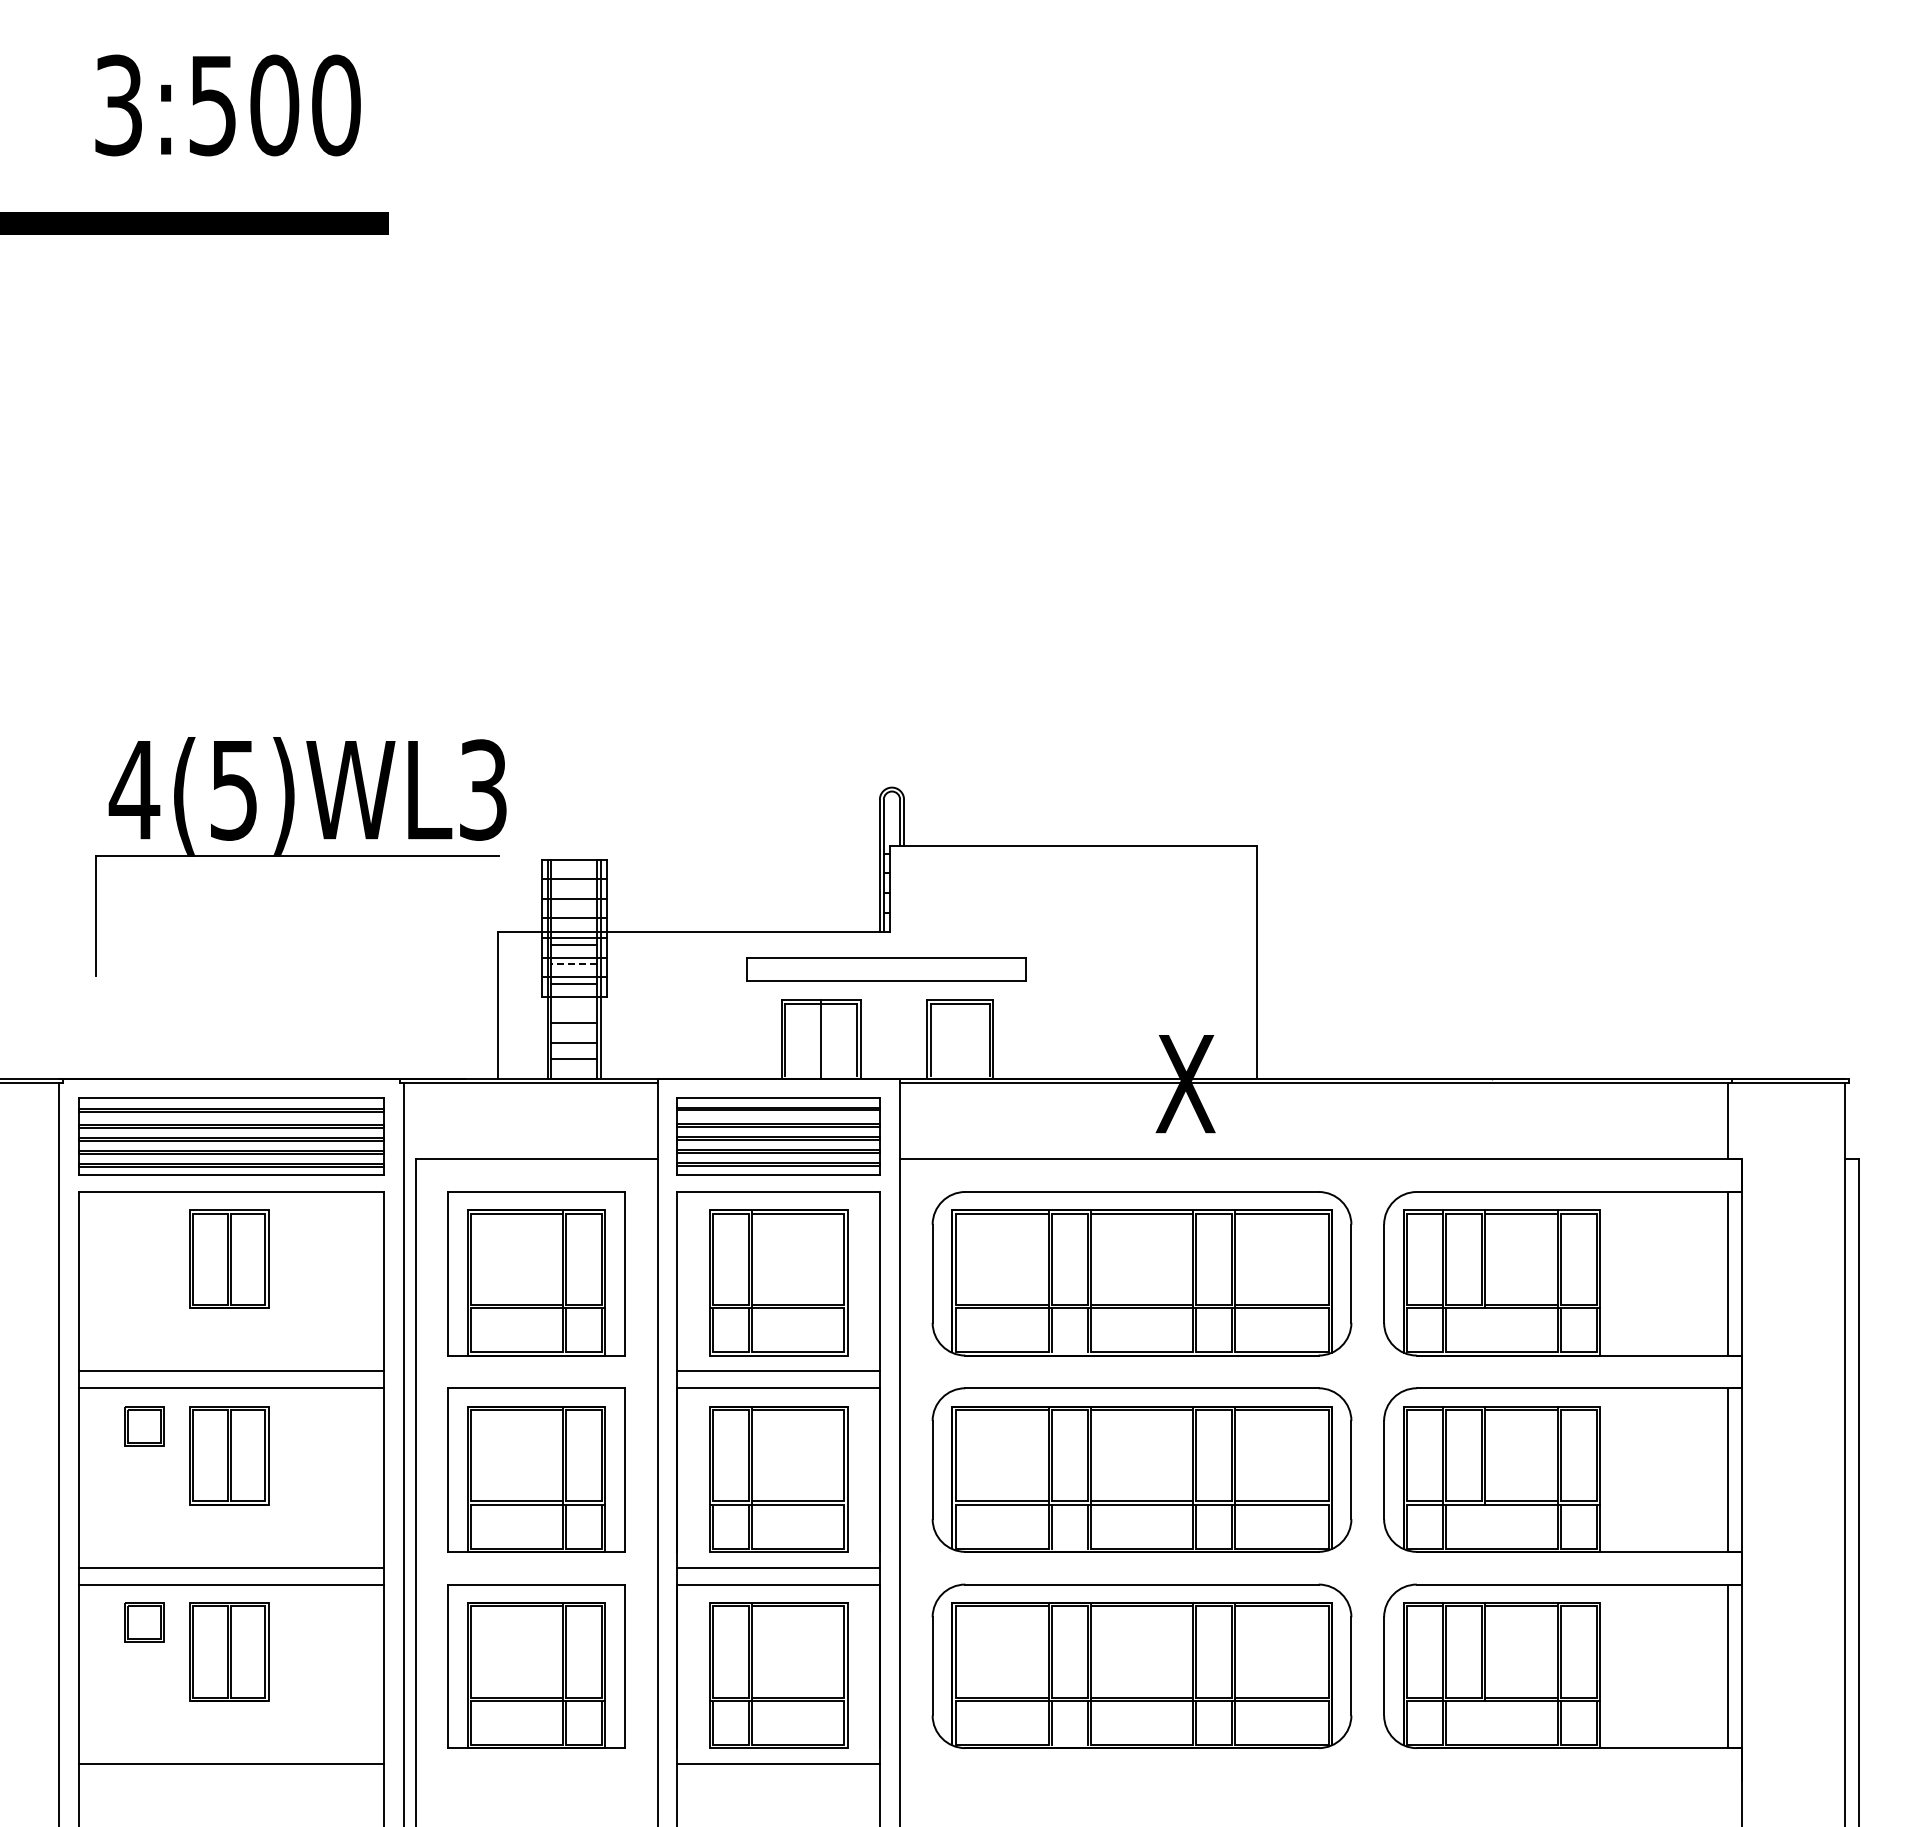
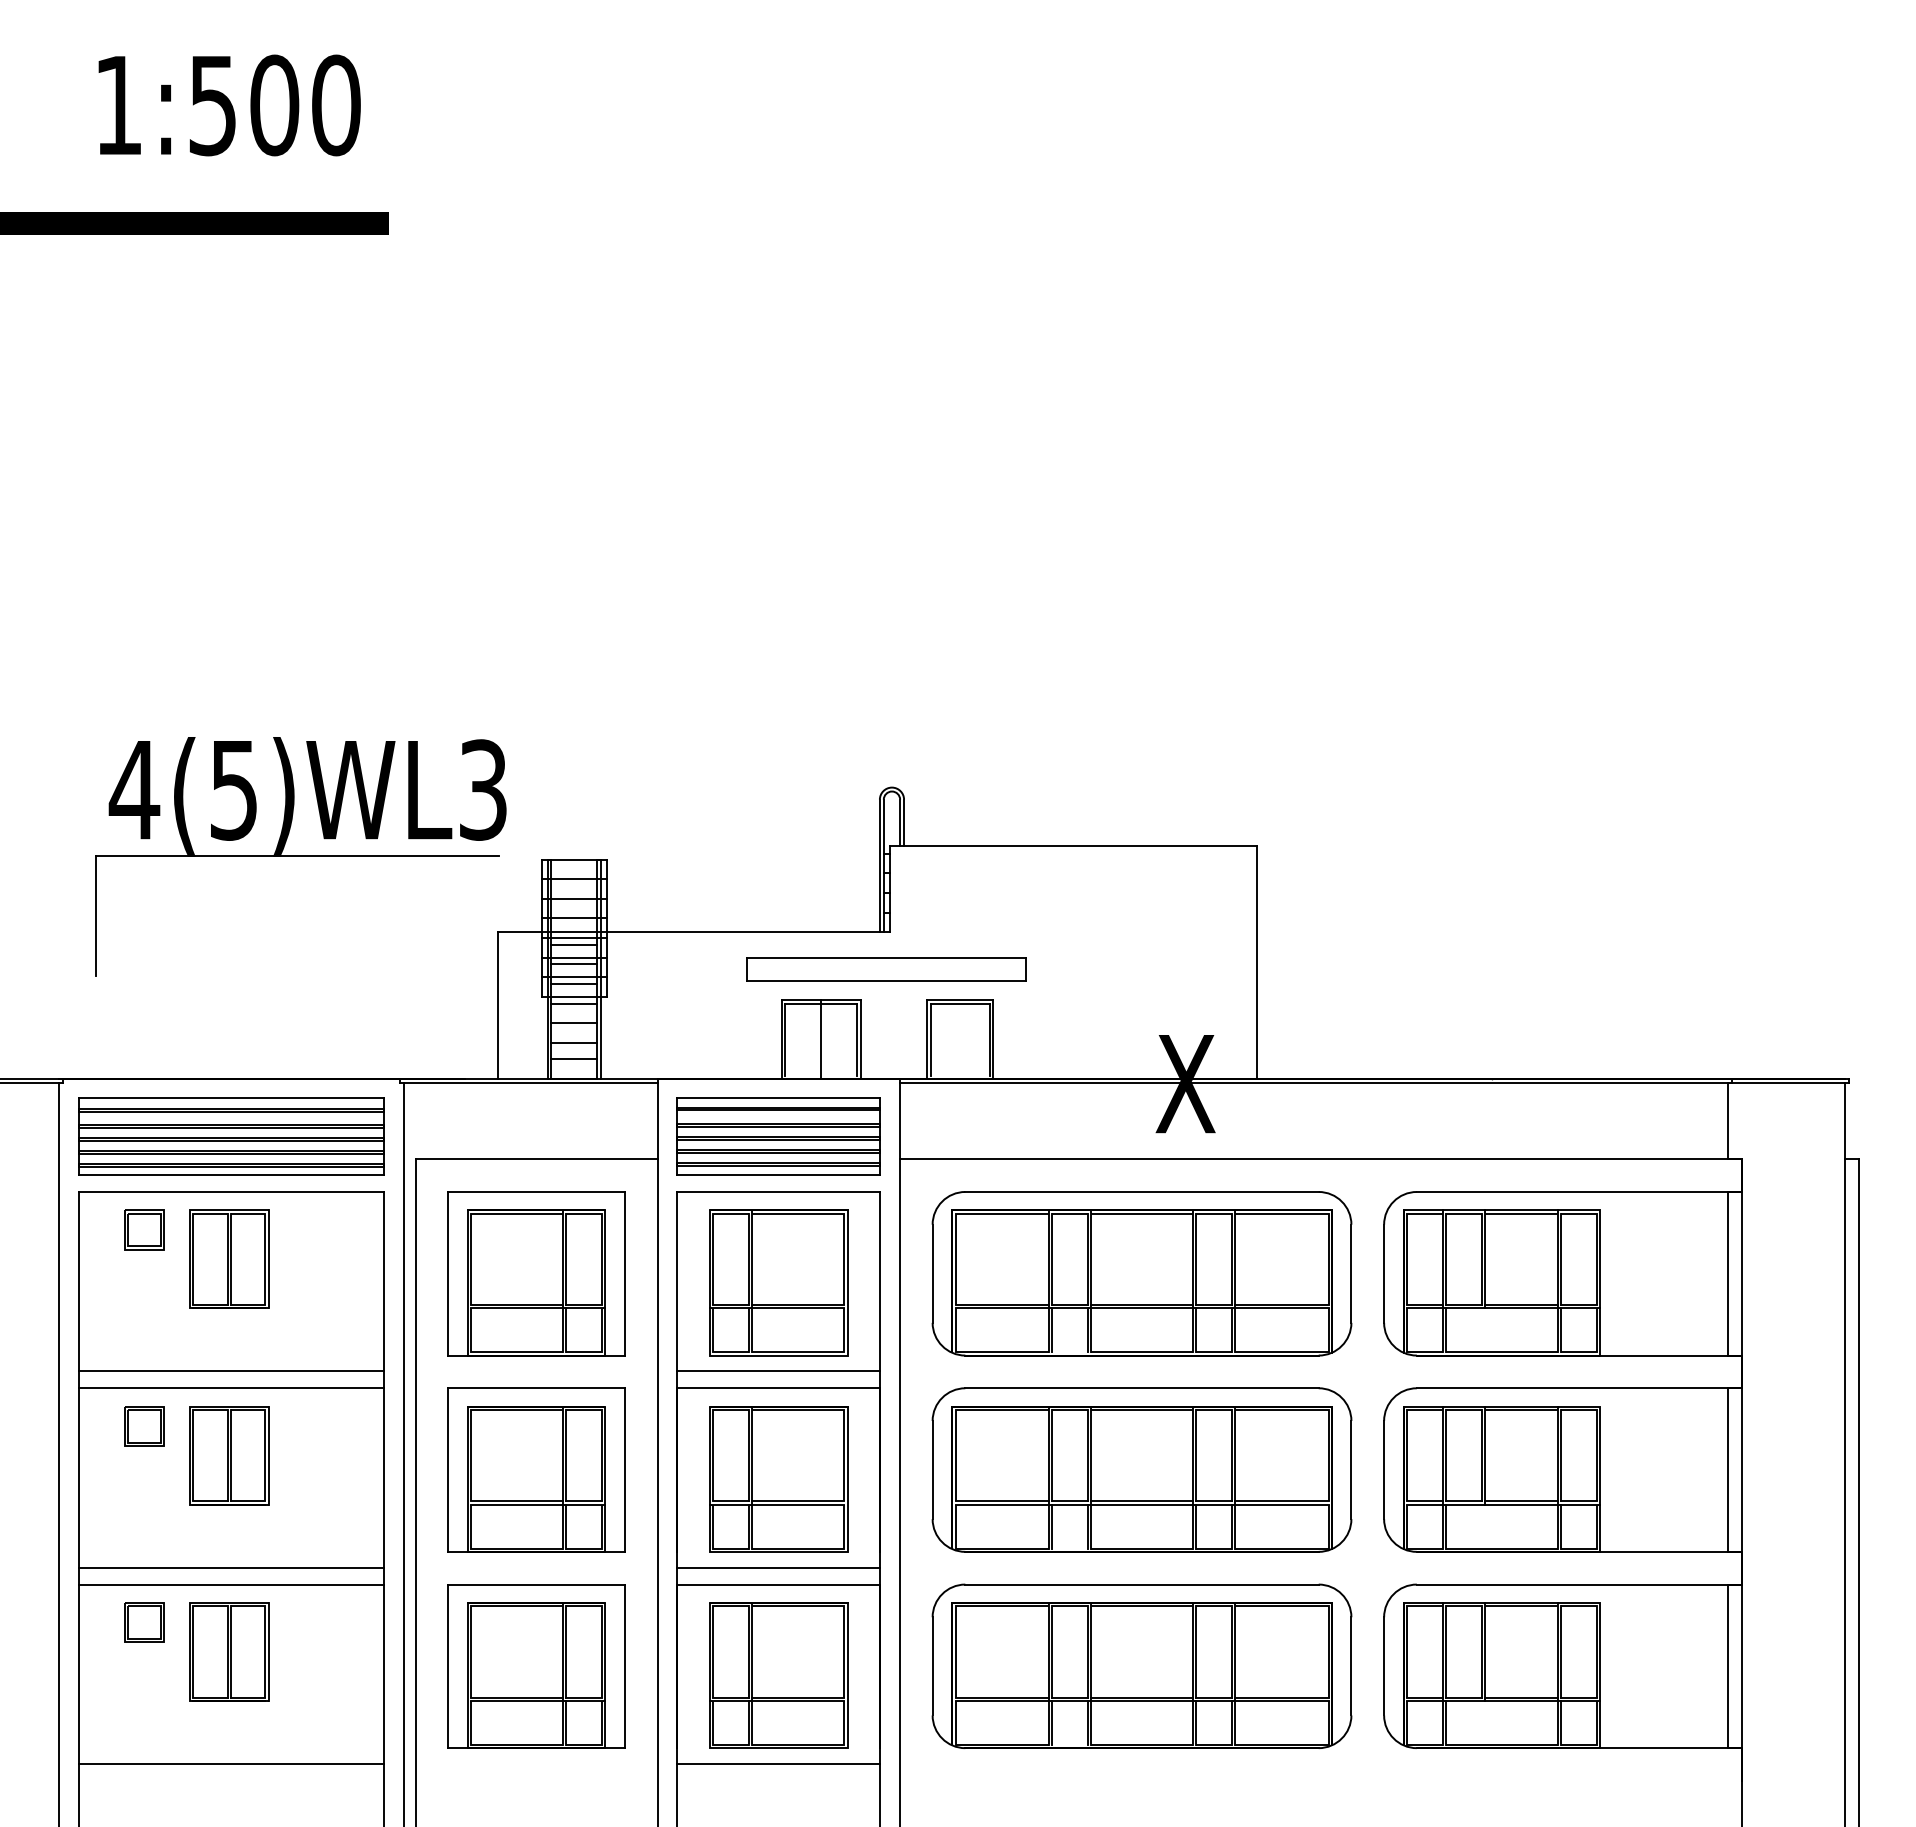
text at (118, 105): 3:500 -> 1:500
line at (574, 964): dashed -> solid
line at (574, 1003): none -> present
part at (144, 1229): none -> present
